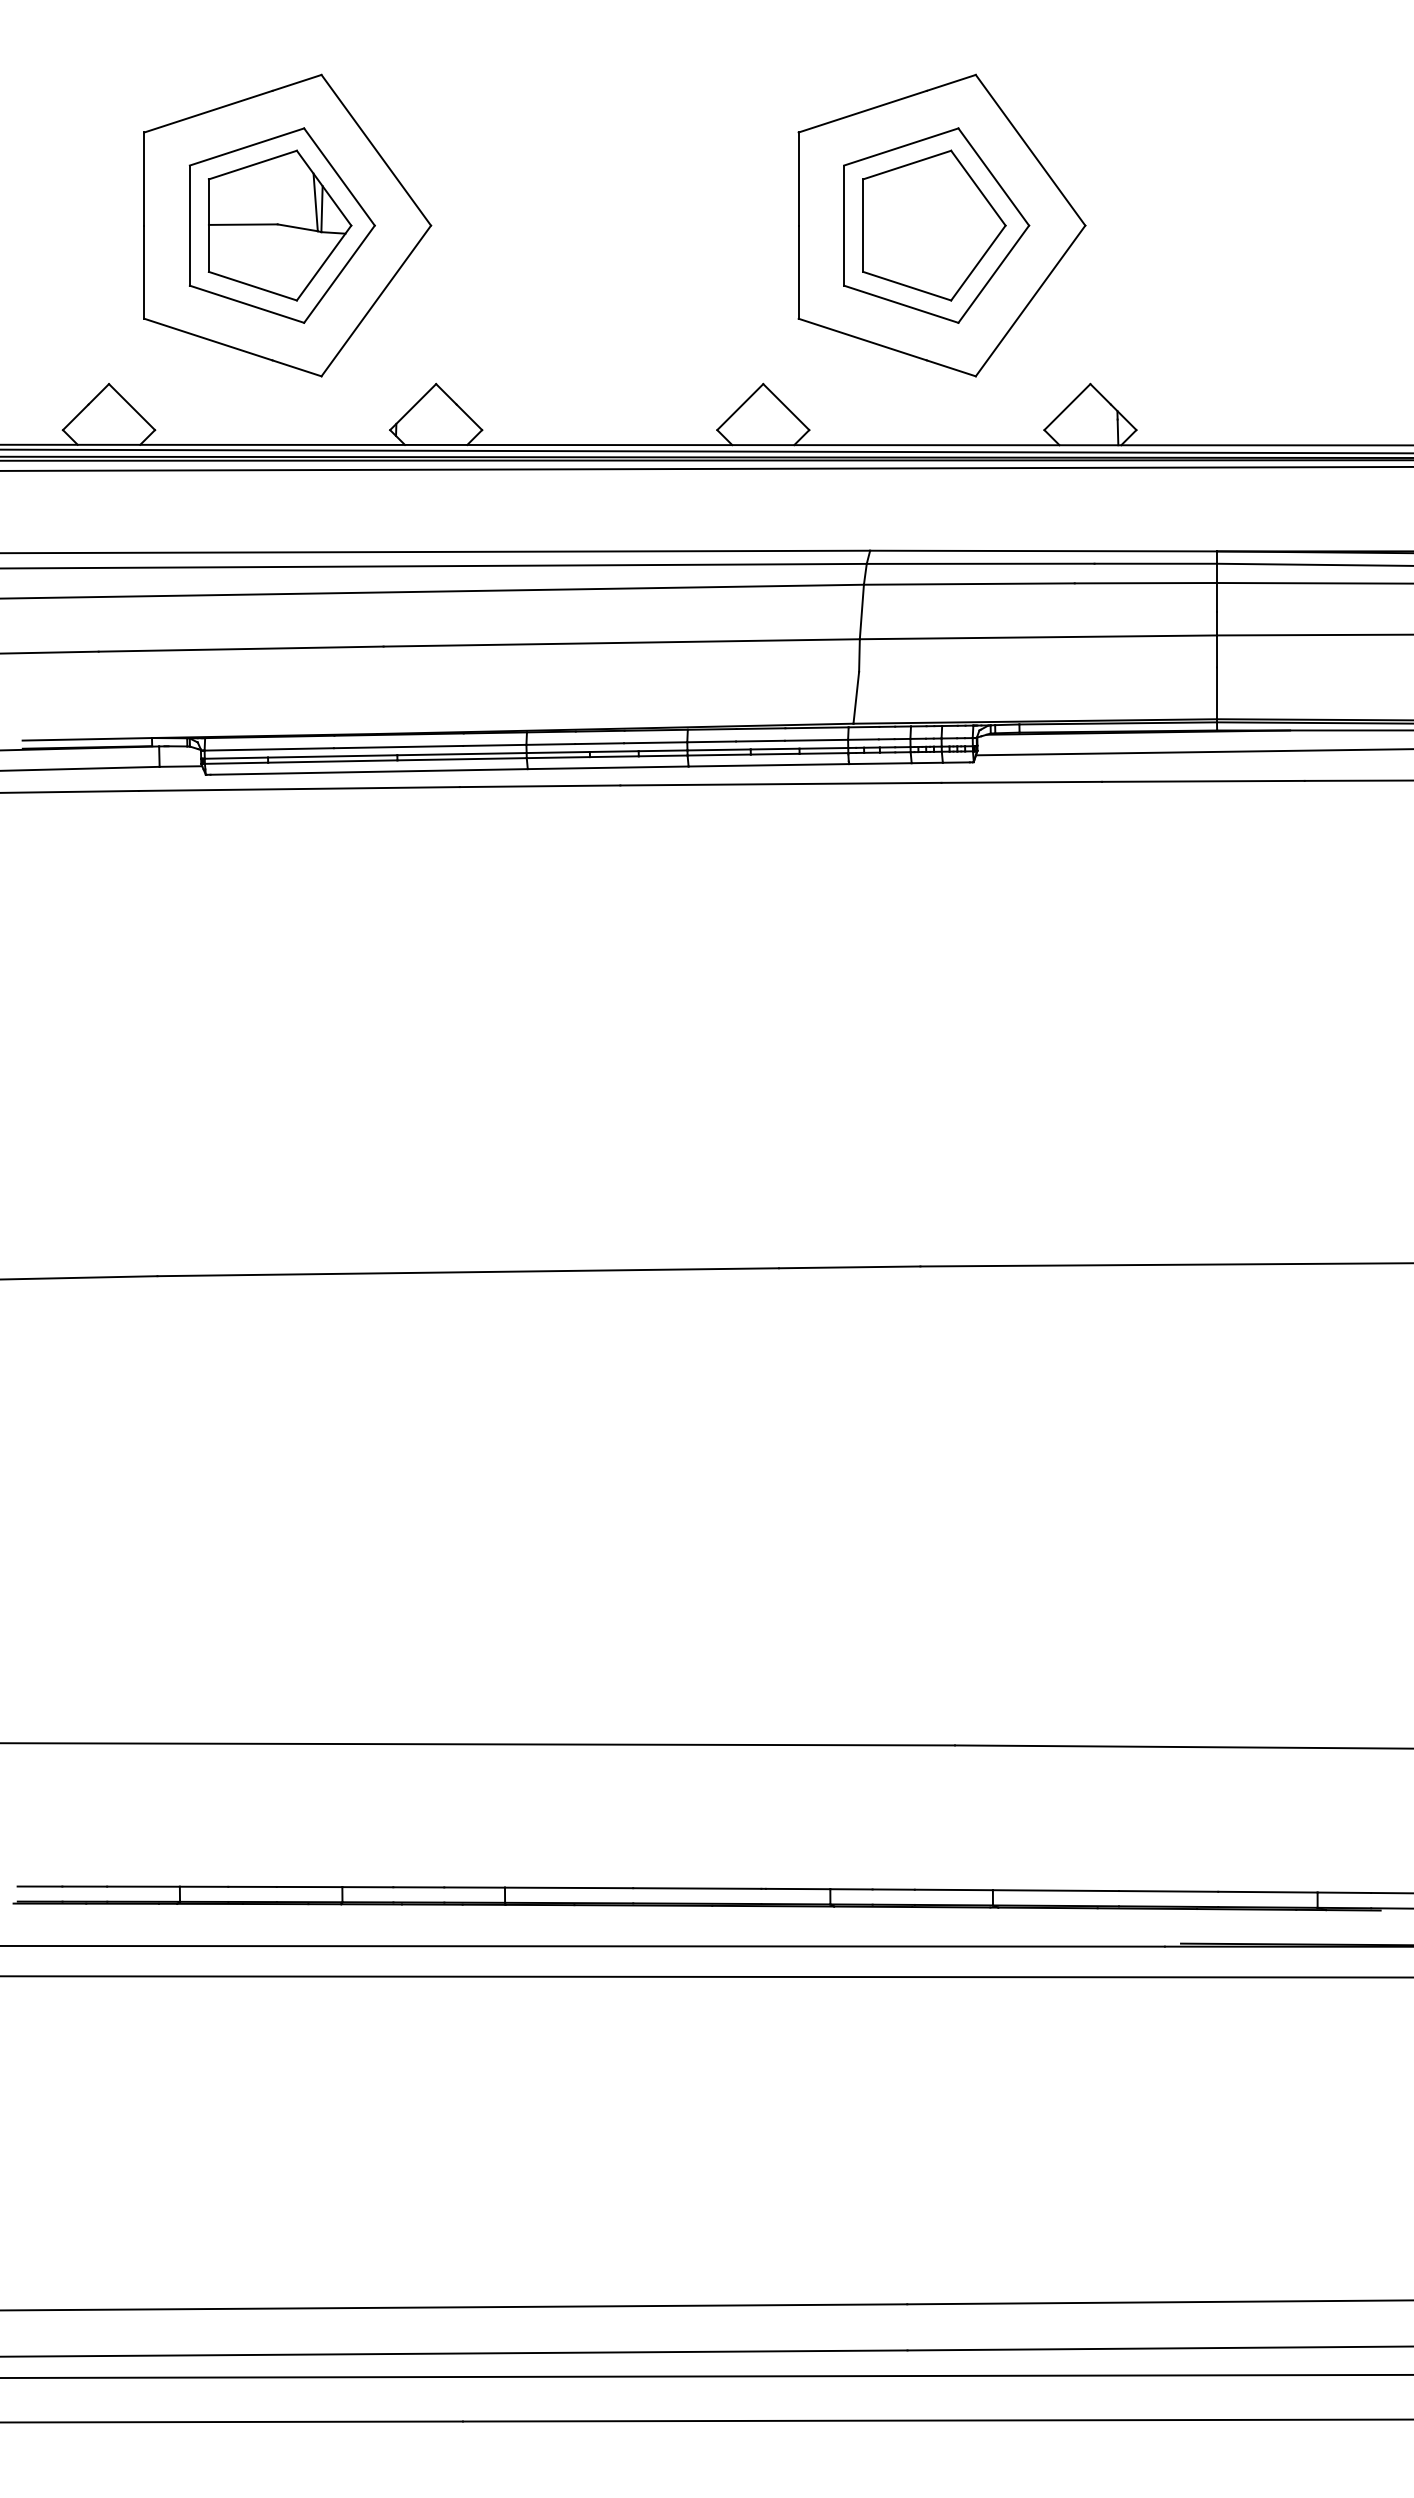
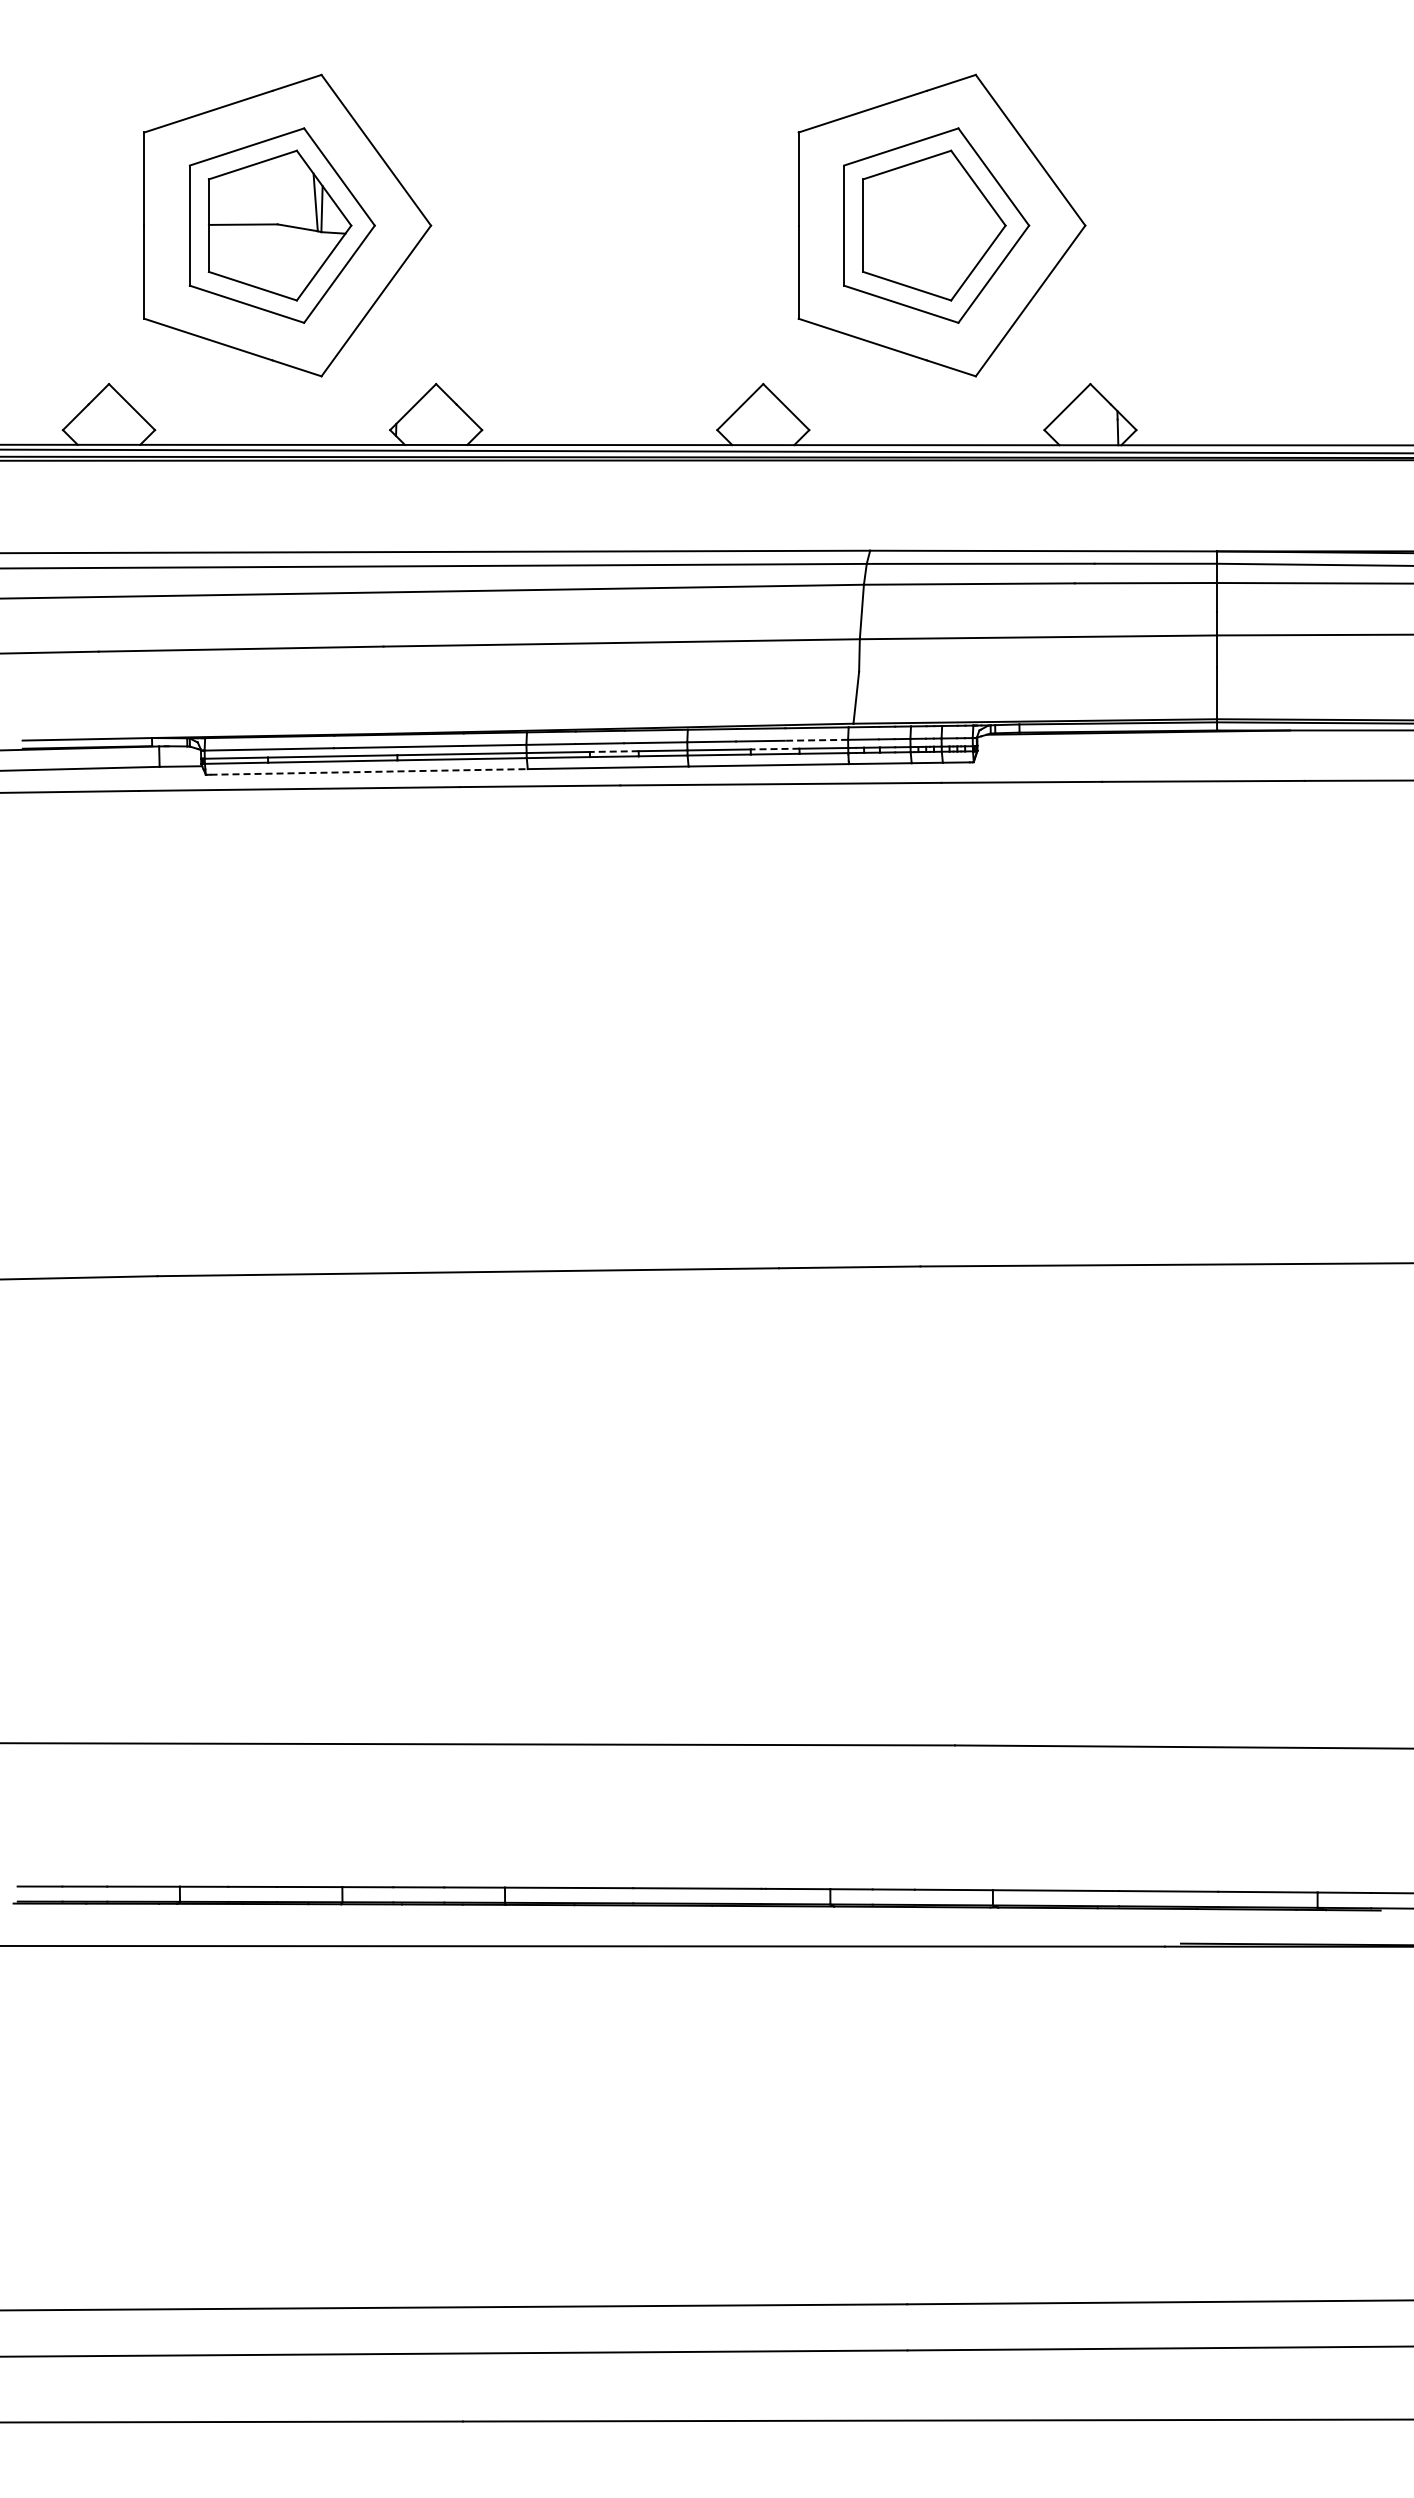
line at (706, 468): present -> none
line at (816, 740): solid -> dashed
line at (774, 749): solid -> dashed
line at (613, 751): solid -> dashed
line at (1193, 752): present -> none
line at (369, 771): solid -> dashed
line at (706, 1976): present -> none
line at (706, 2376): present -> none
